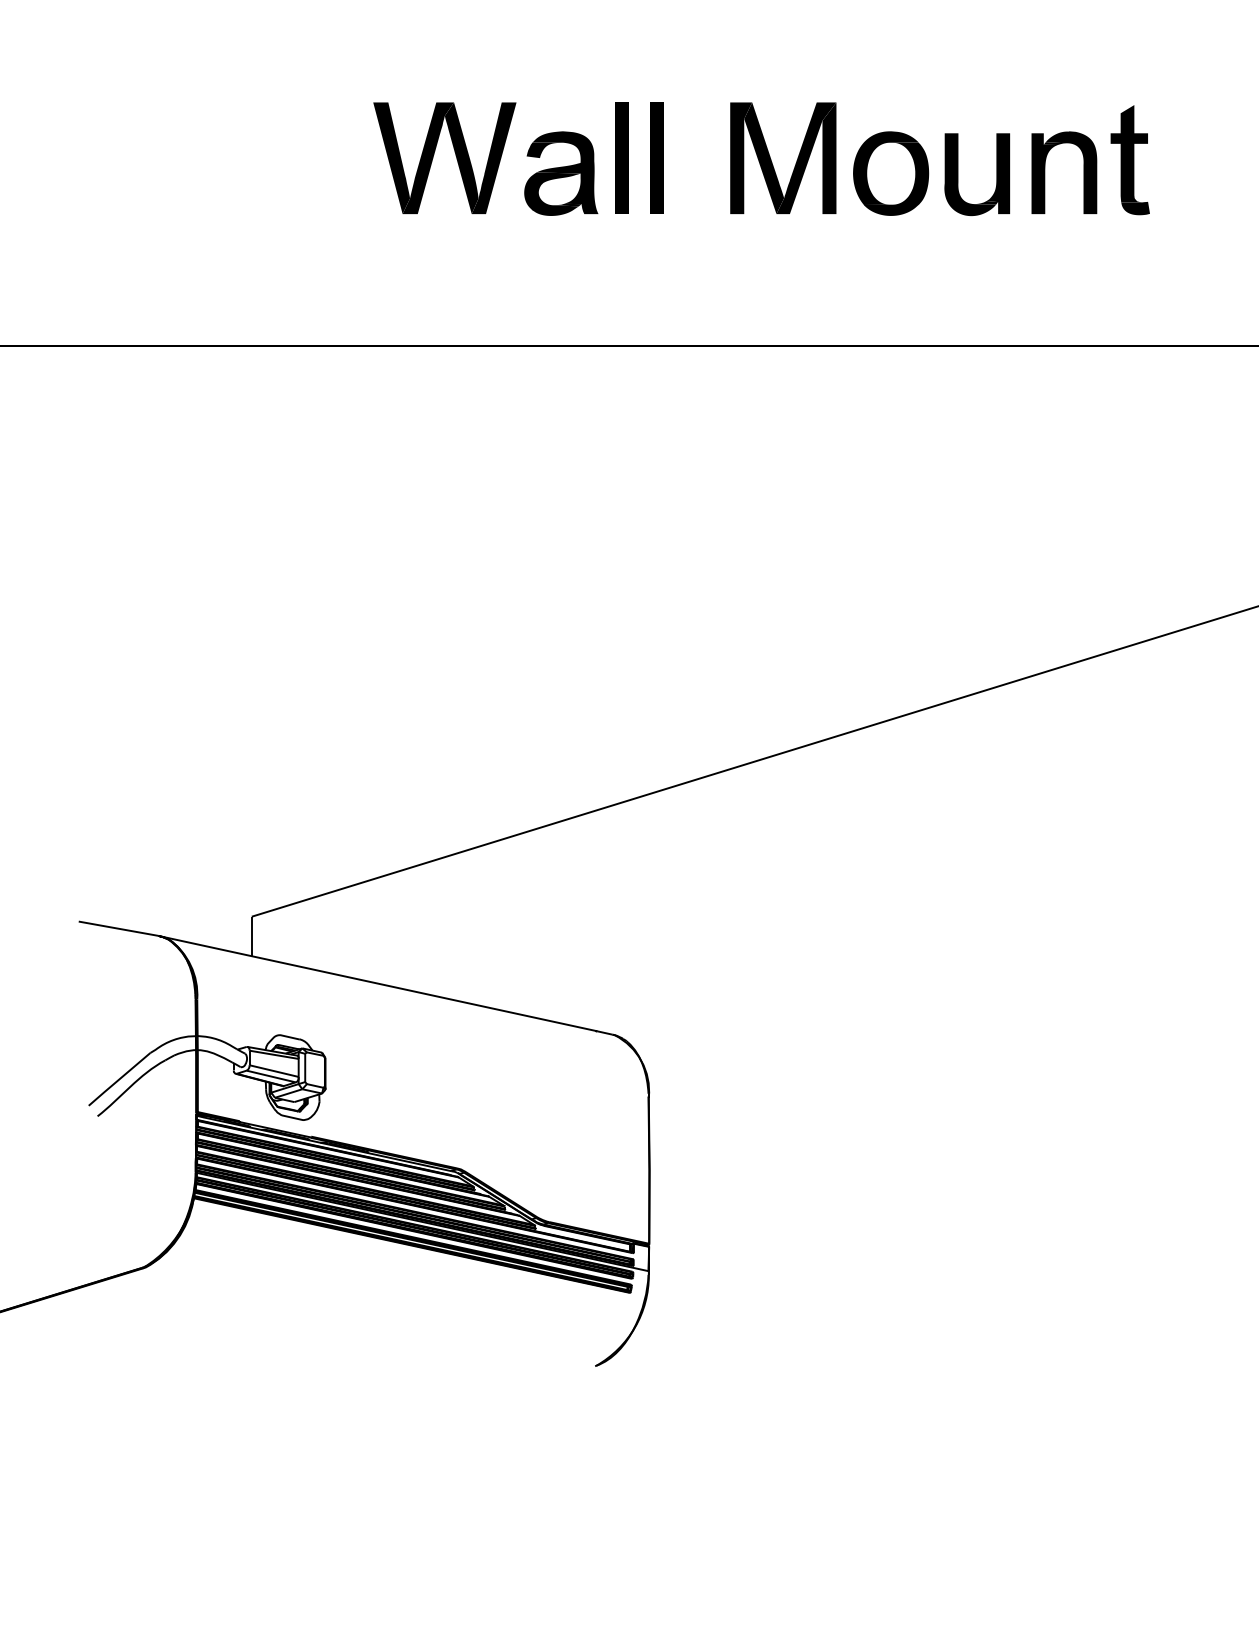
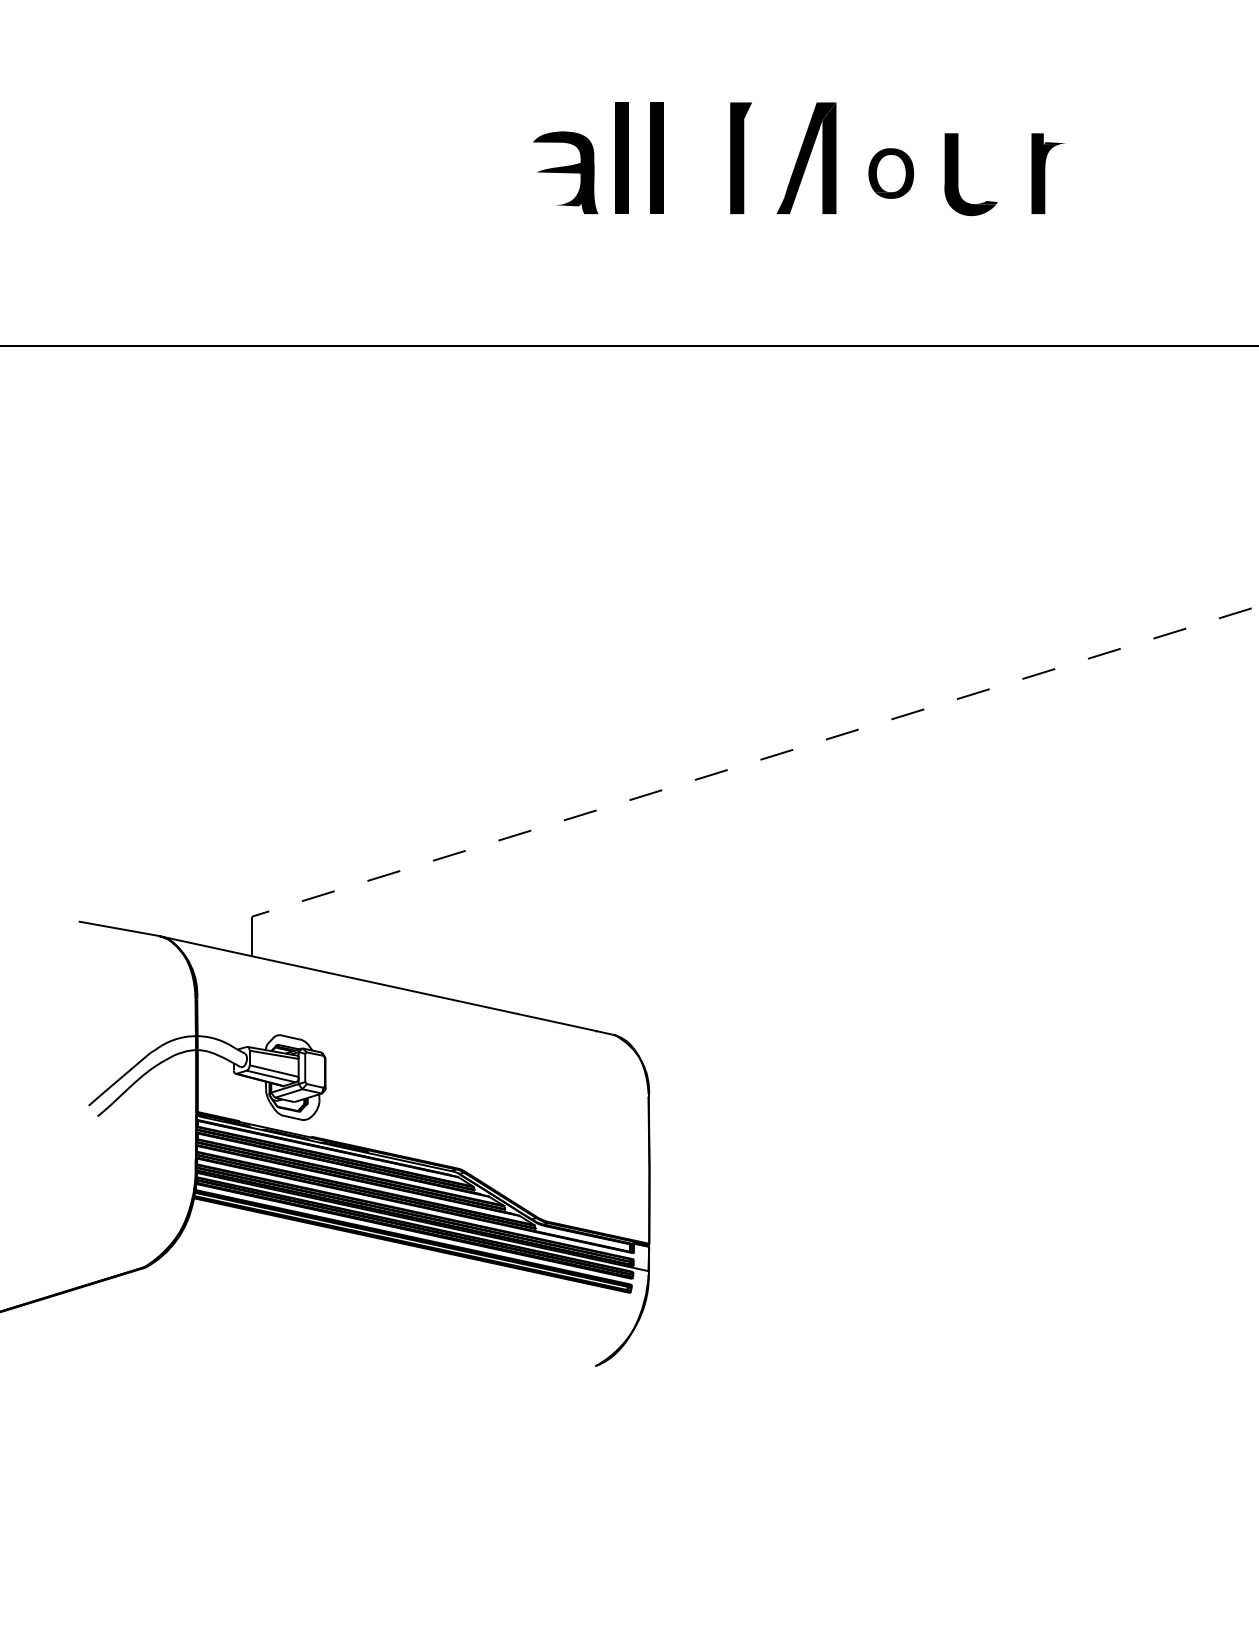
fill at (543, 150): present -> none
part at (434, 154): present -> none
fill at (764, 158): present -> none
part at (1129, 160): present -> none
fill at (1071, 172): present -> none
part at (891, 173) size: 77x85 px -> 46x51 px
fill at (998, 173): present -> none
fill at (552, 194): present -> none
line at (755, 761): solid -> dashed
